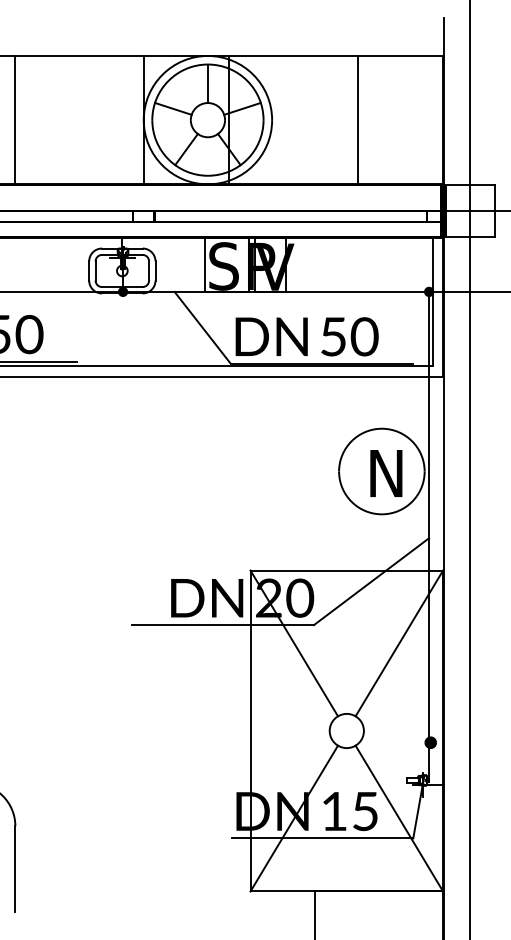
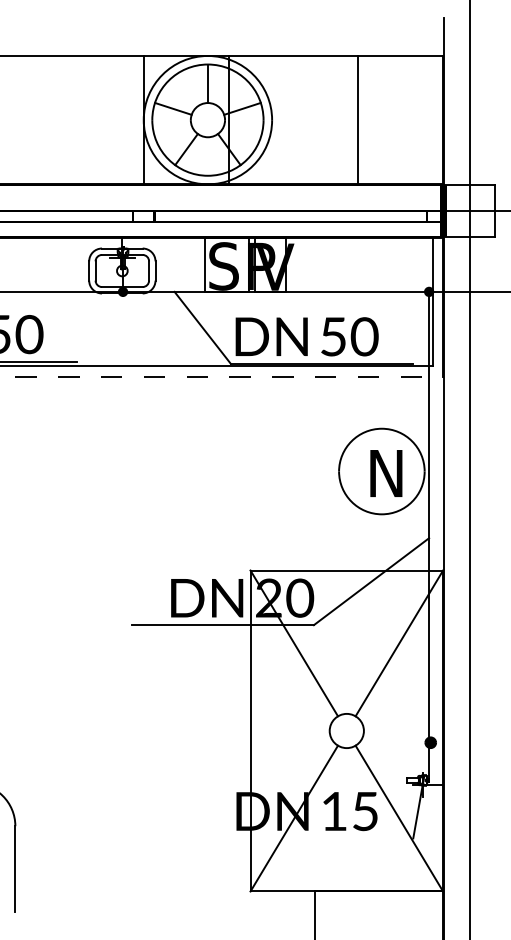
line at (15, 119): present -> none
line at (222, 376): solid -> dashed
line at (322, 838): present -> none
